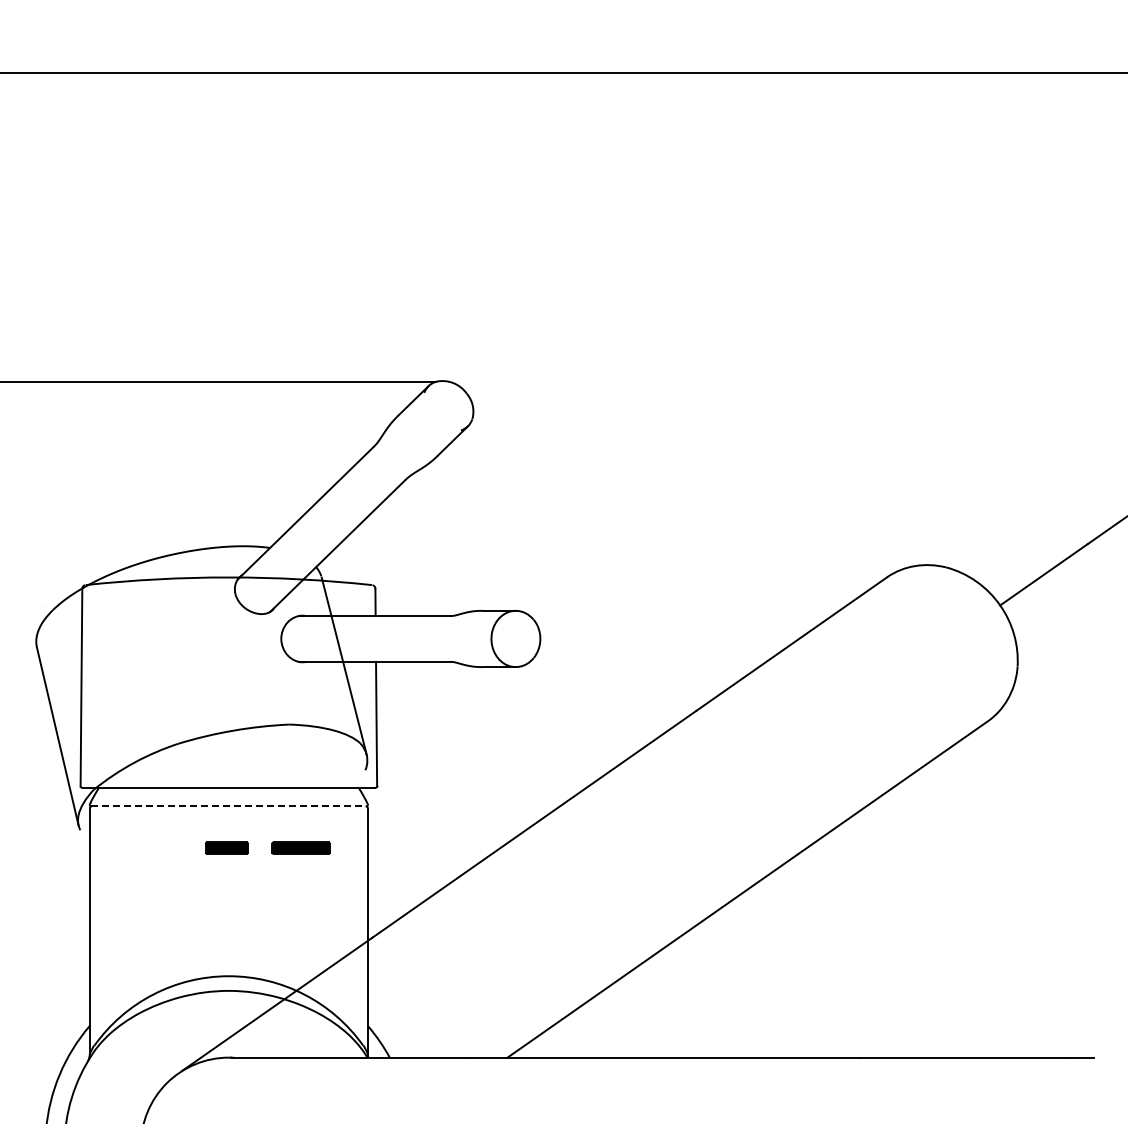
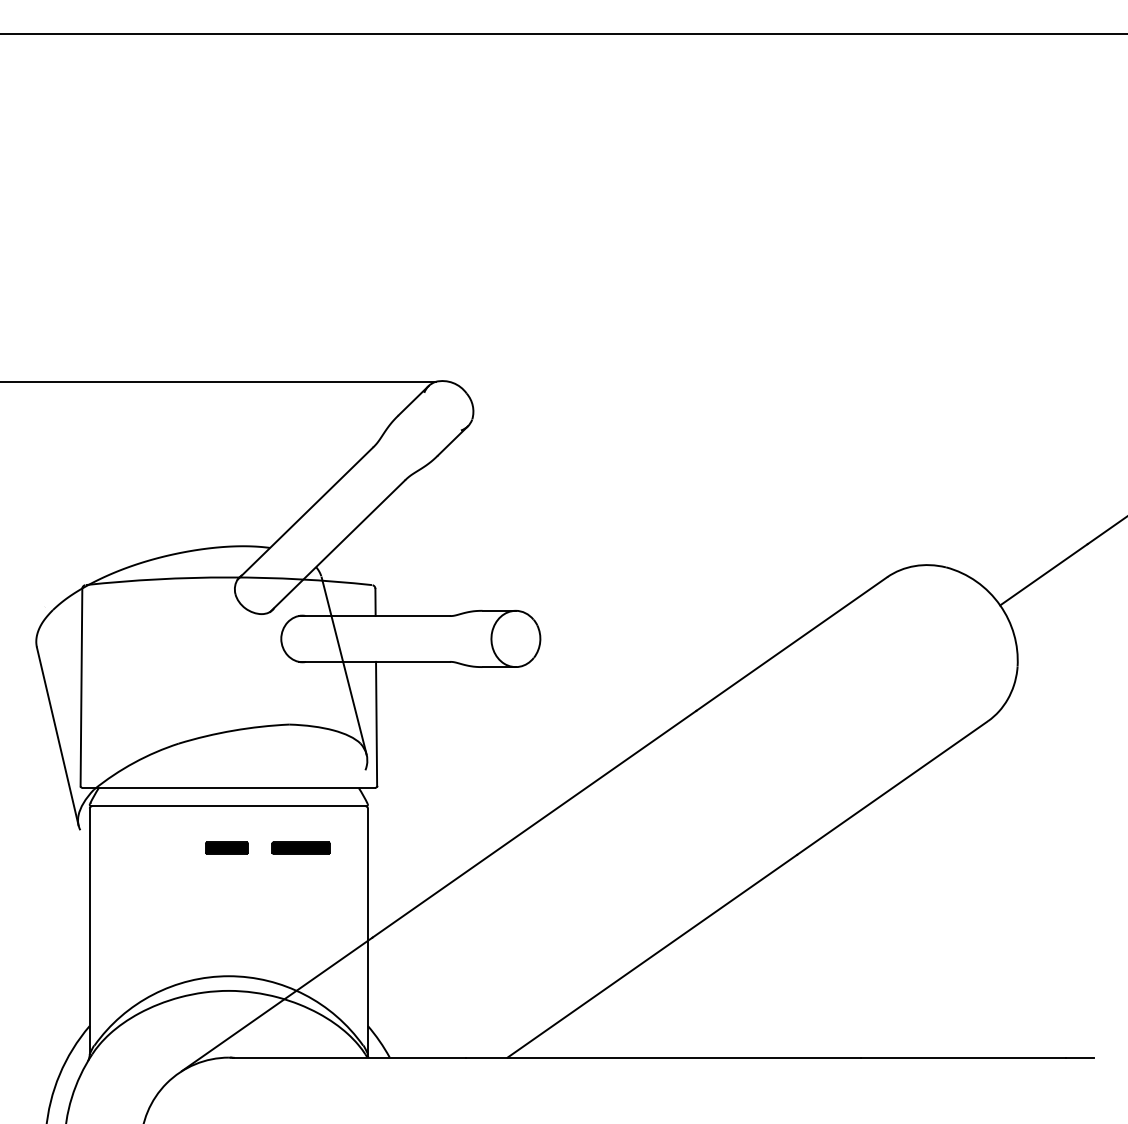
line at (563, 72) position: (563, 72) -> (563, 33)
line at (228, 806): dashed -> solid
